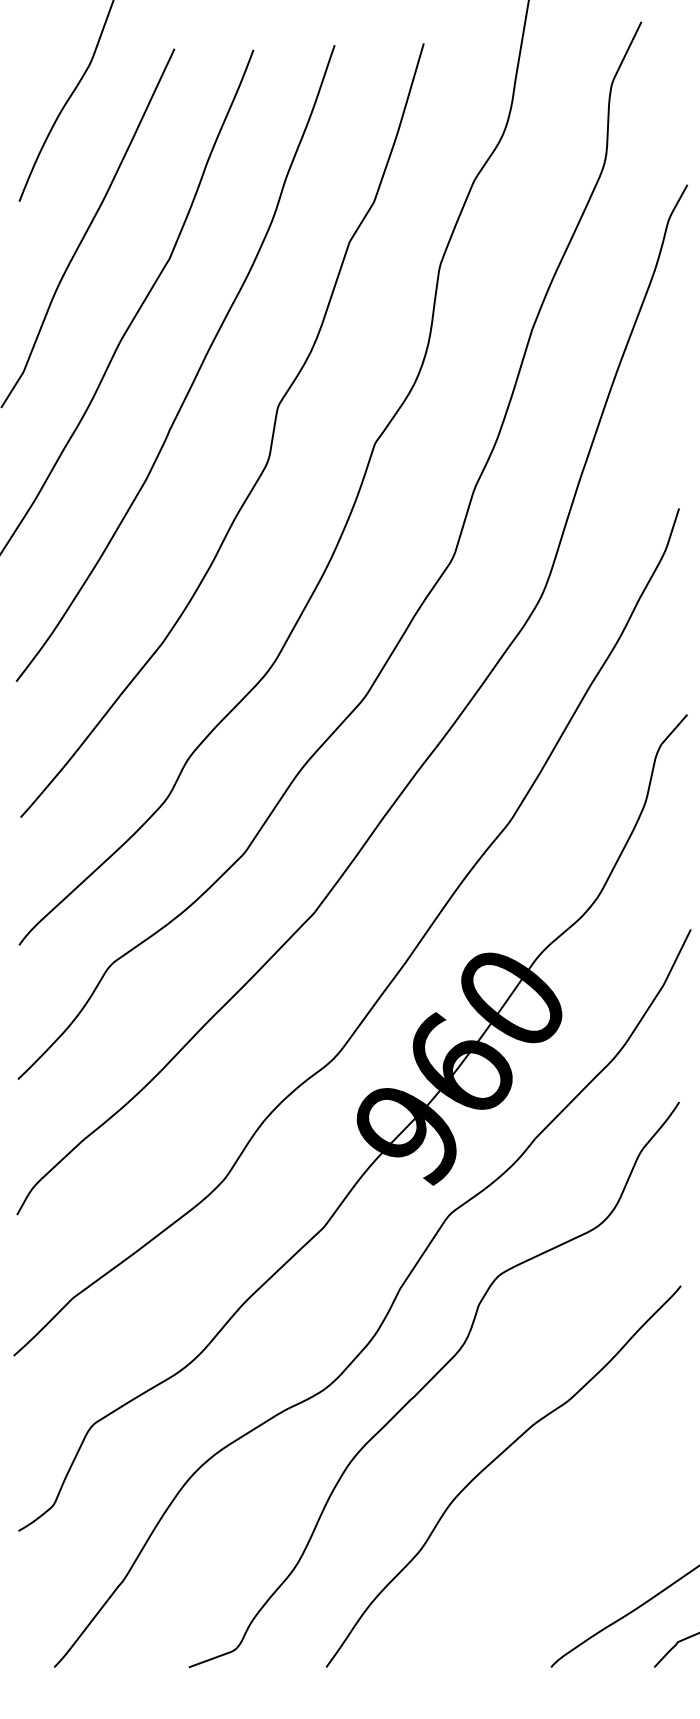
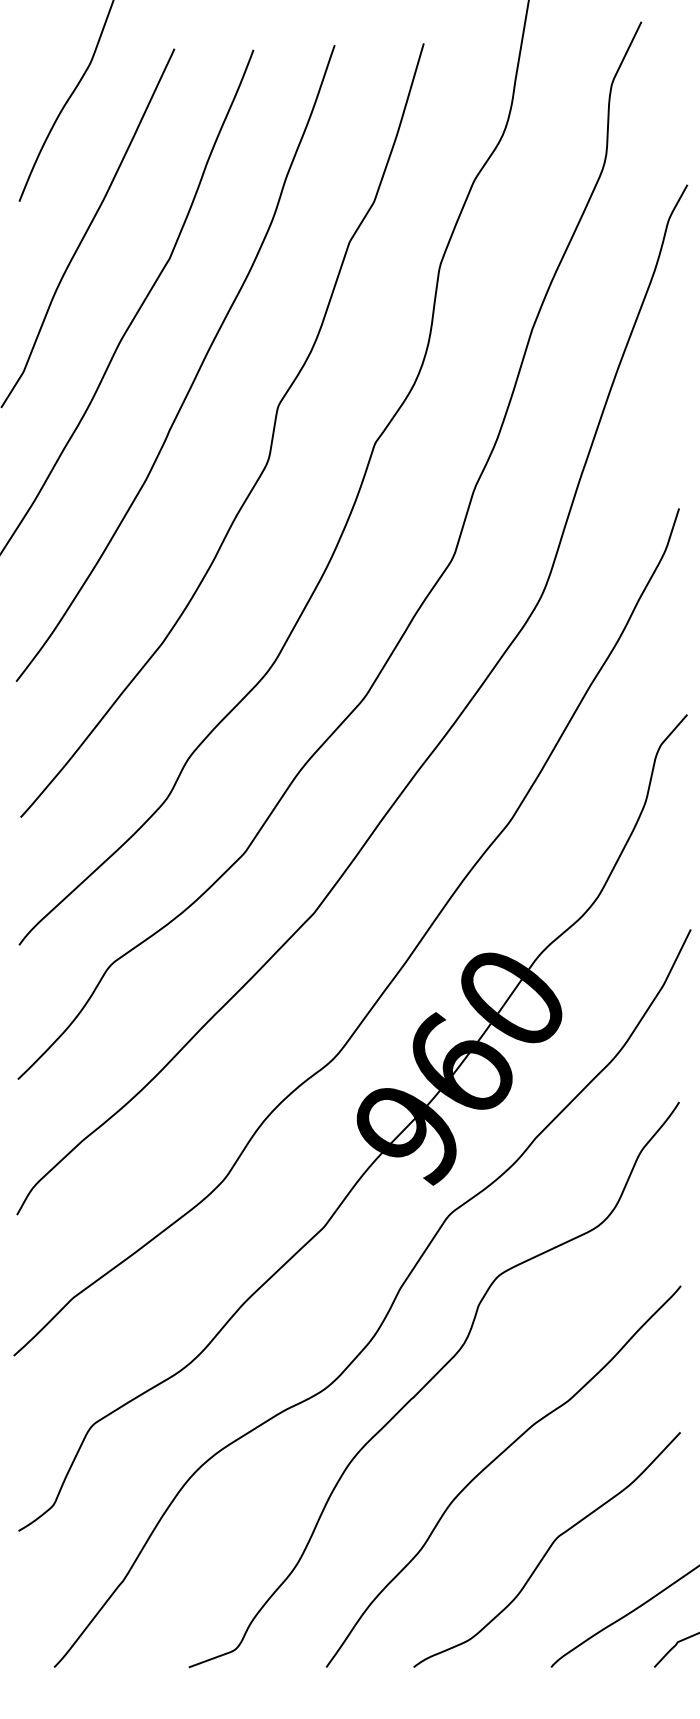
curve at (547, 1549): none -> present
